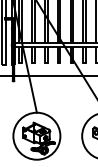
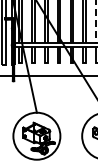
line at (96, 22): solid -> dashed
